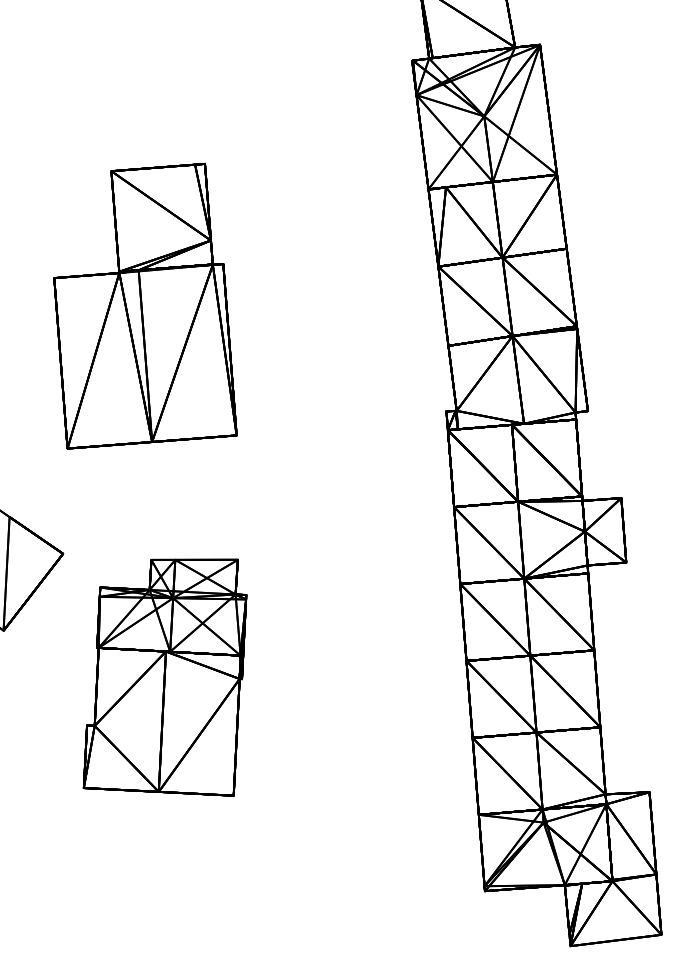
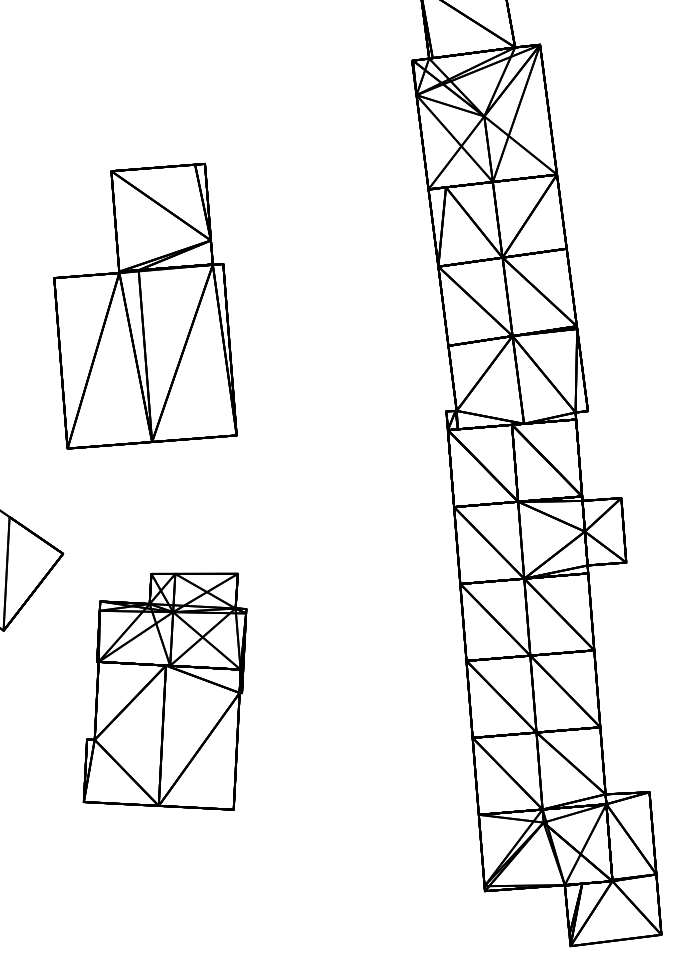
part at (164, 677) position: (164, 677) -> (164, 691)
